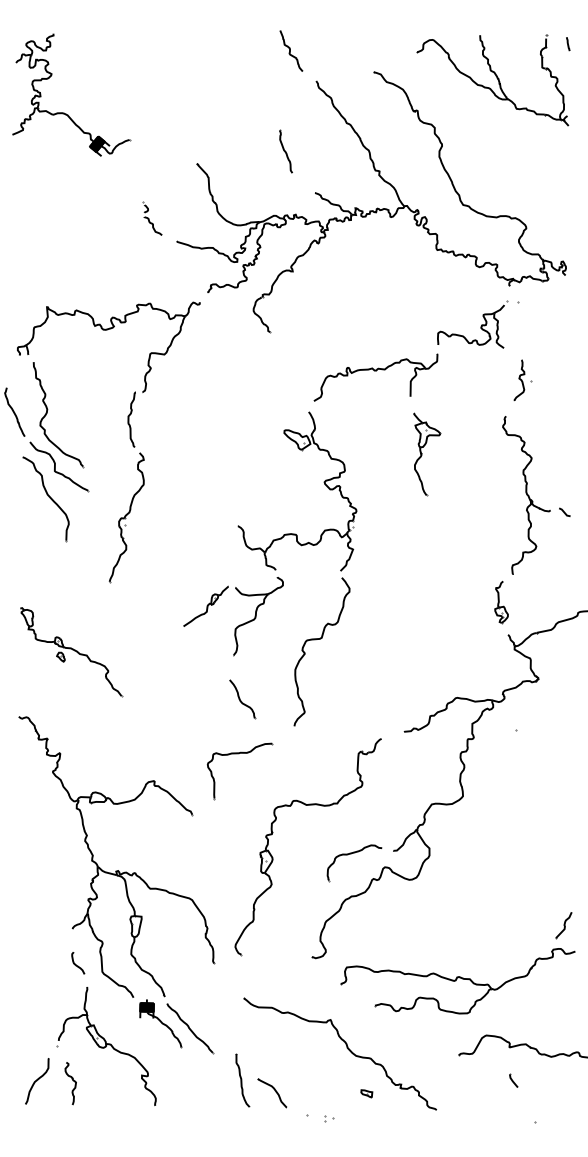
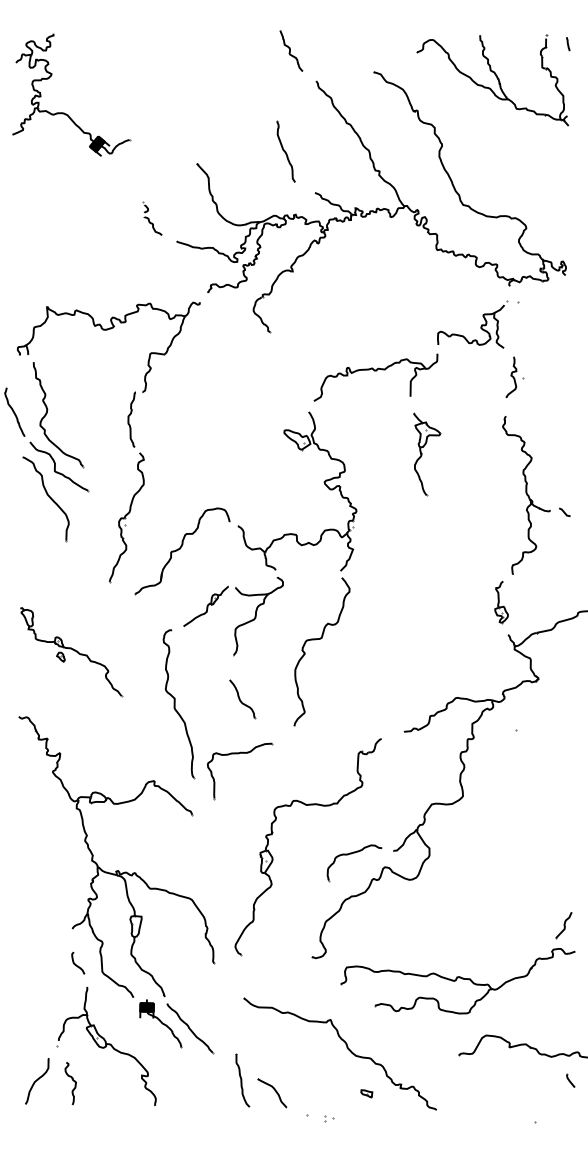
part at (285, 151) size: 14x45 px -> 20x63 px
part at (522, 380) position: (522, 380) -> (514, 377)
part at (182, 551): none -> present
part at (178, 704): none -> present
part at (513, 1080) position: (513, 1080) -> (570, 1080)
